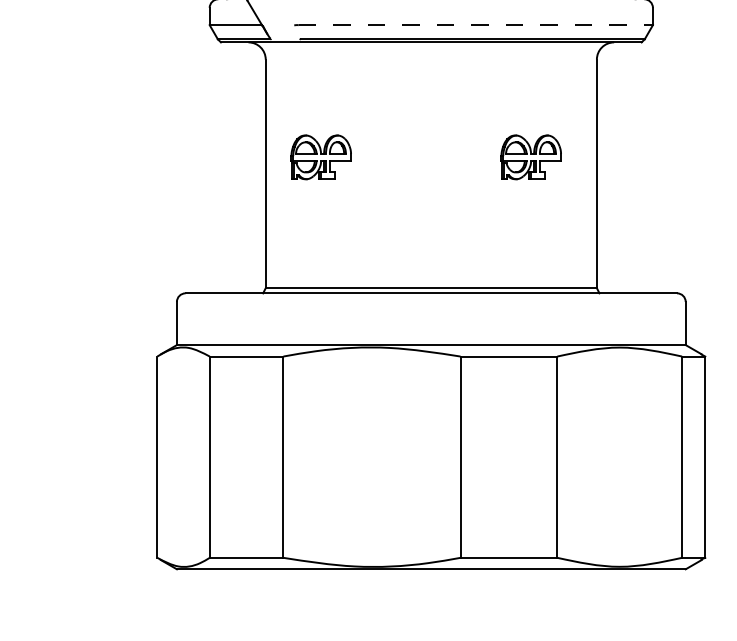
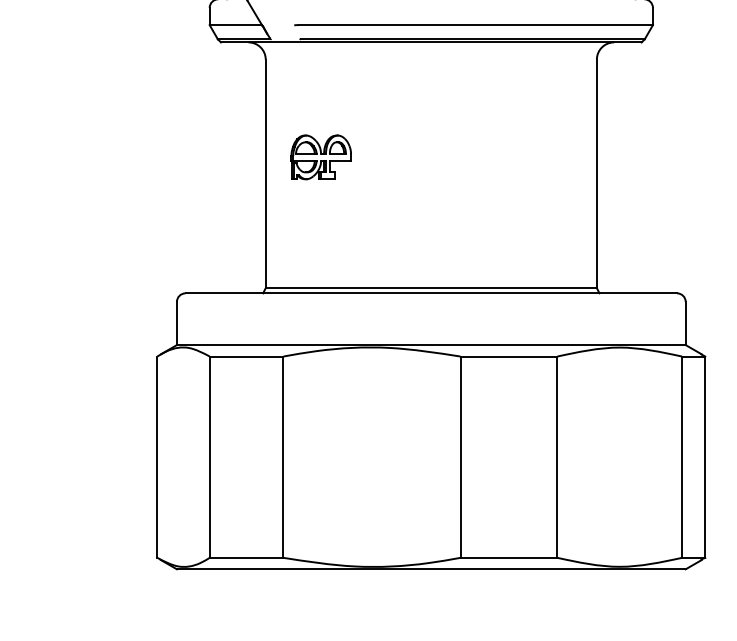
line at (476, 25): dashed -> solid
part at (530, 157): present -> none
